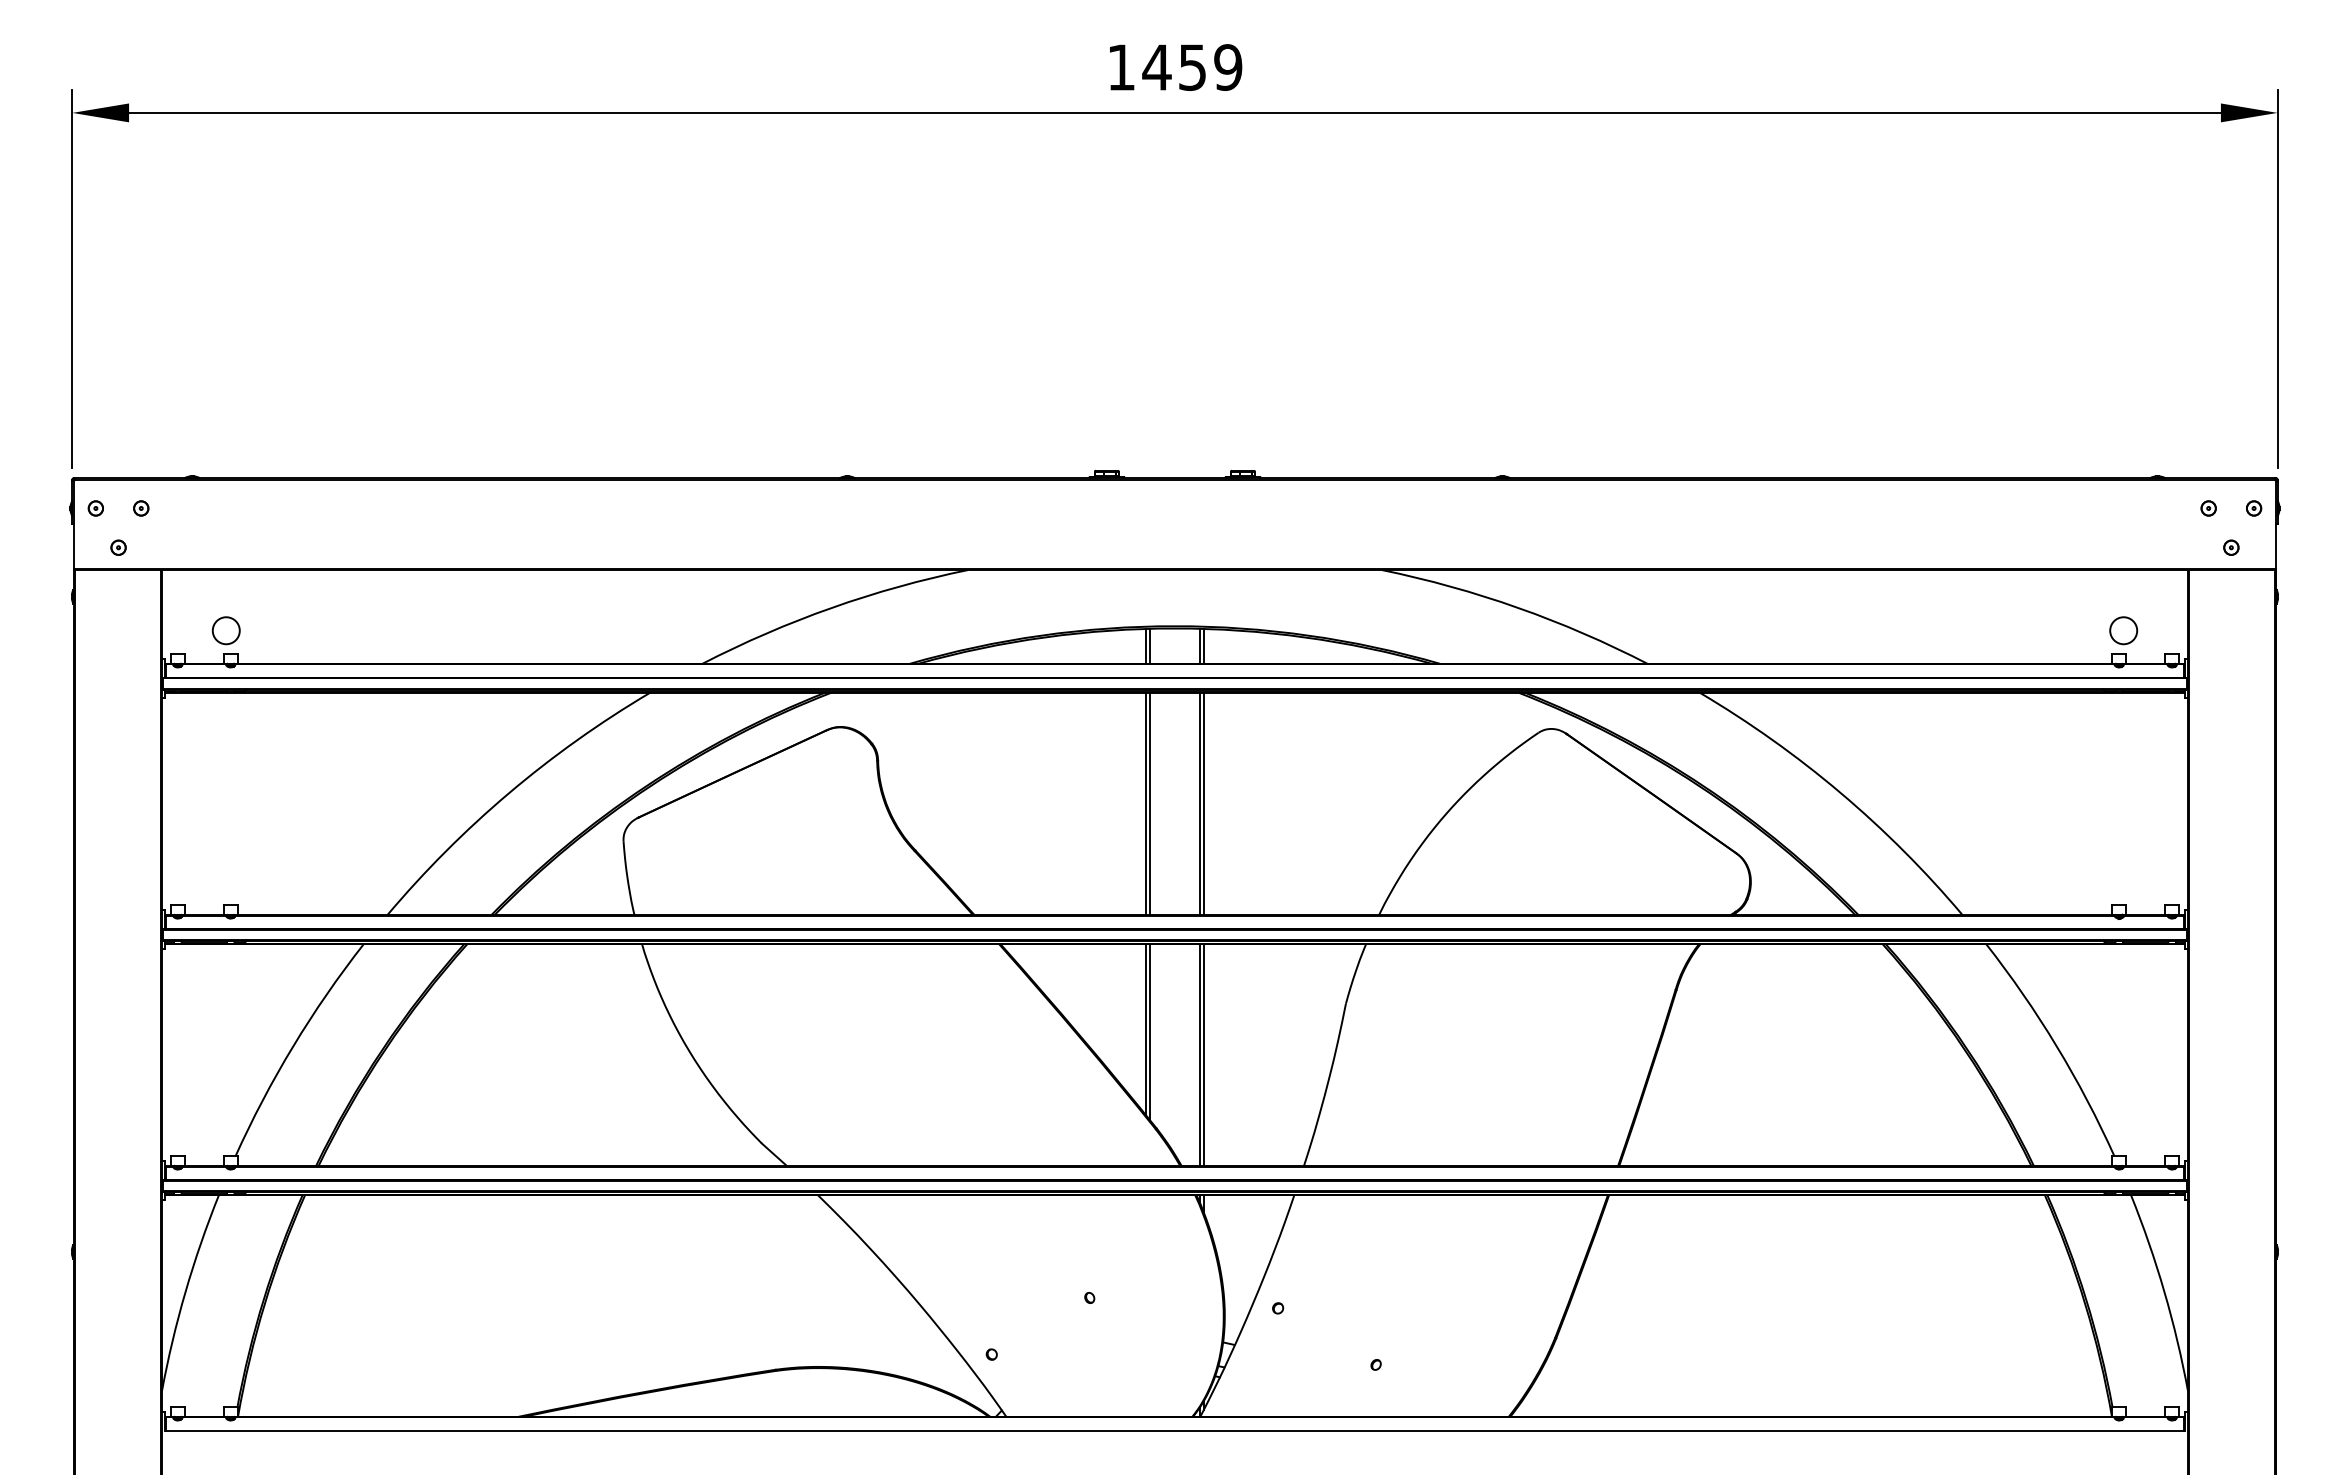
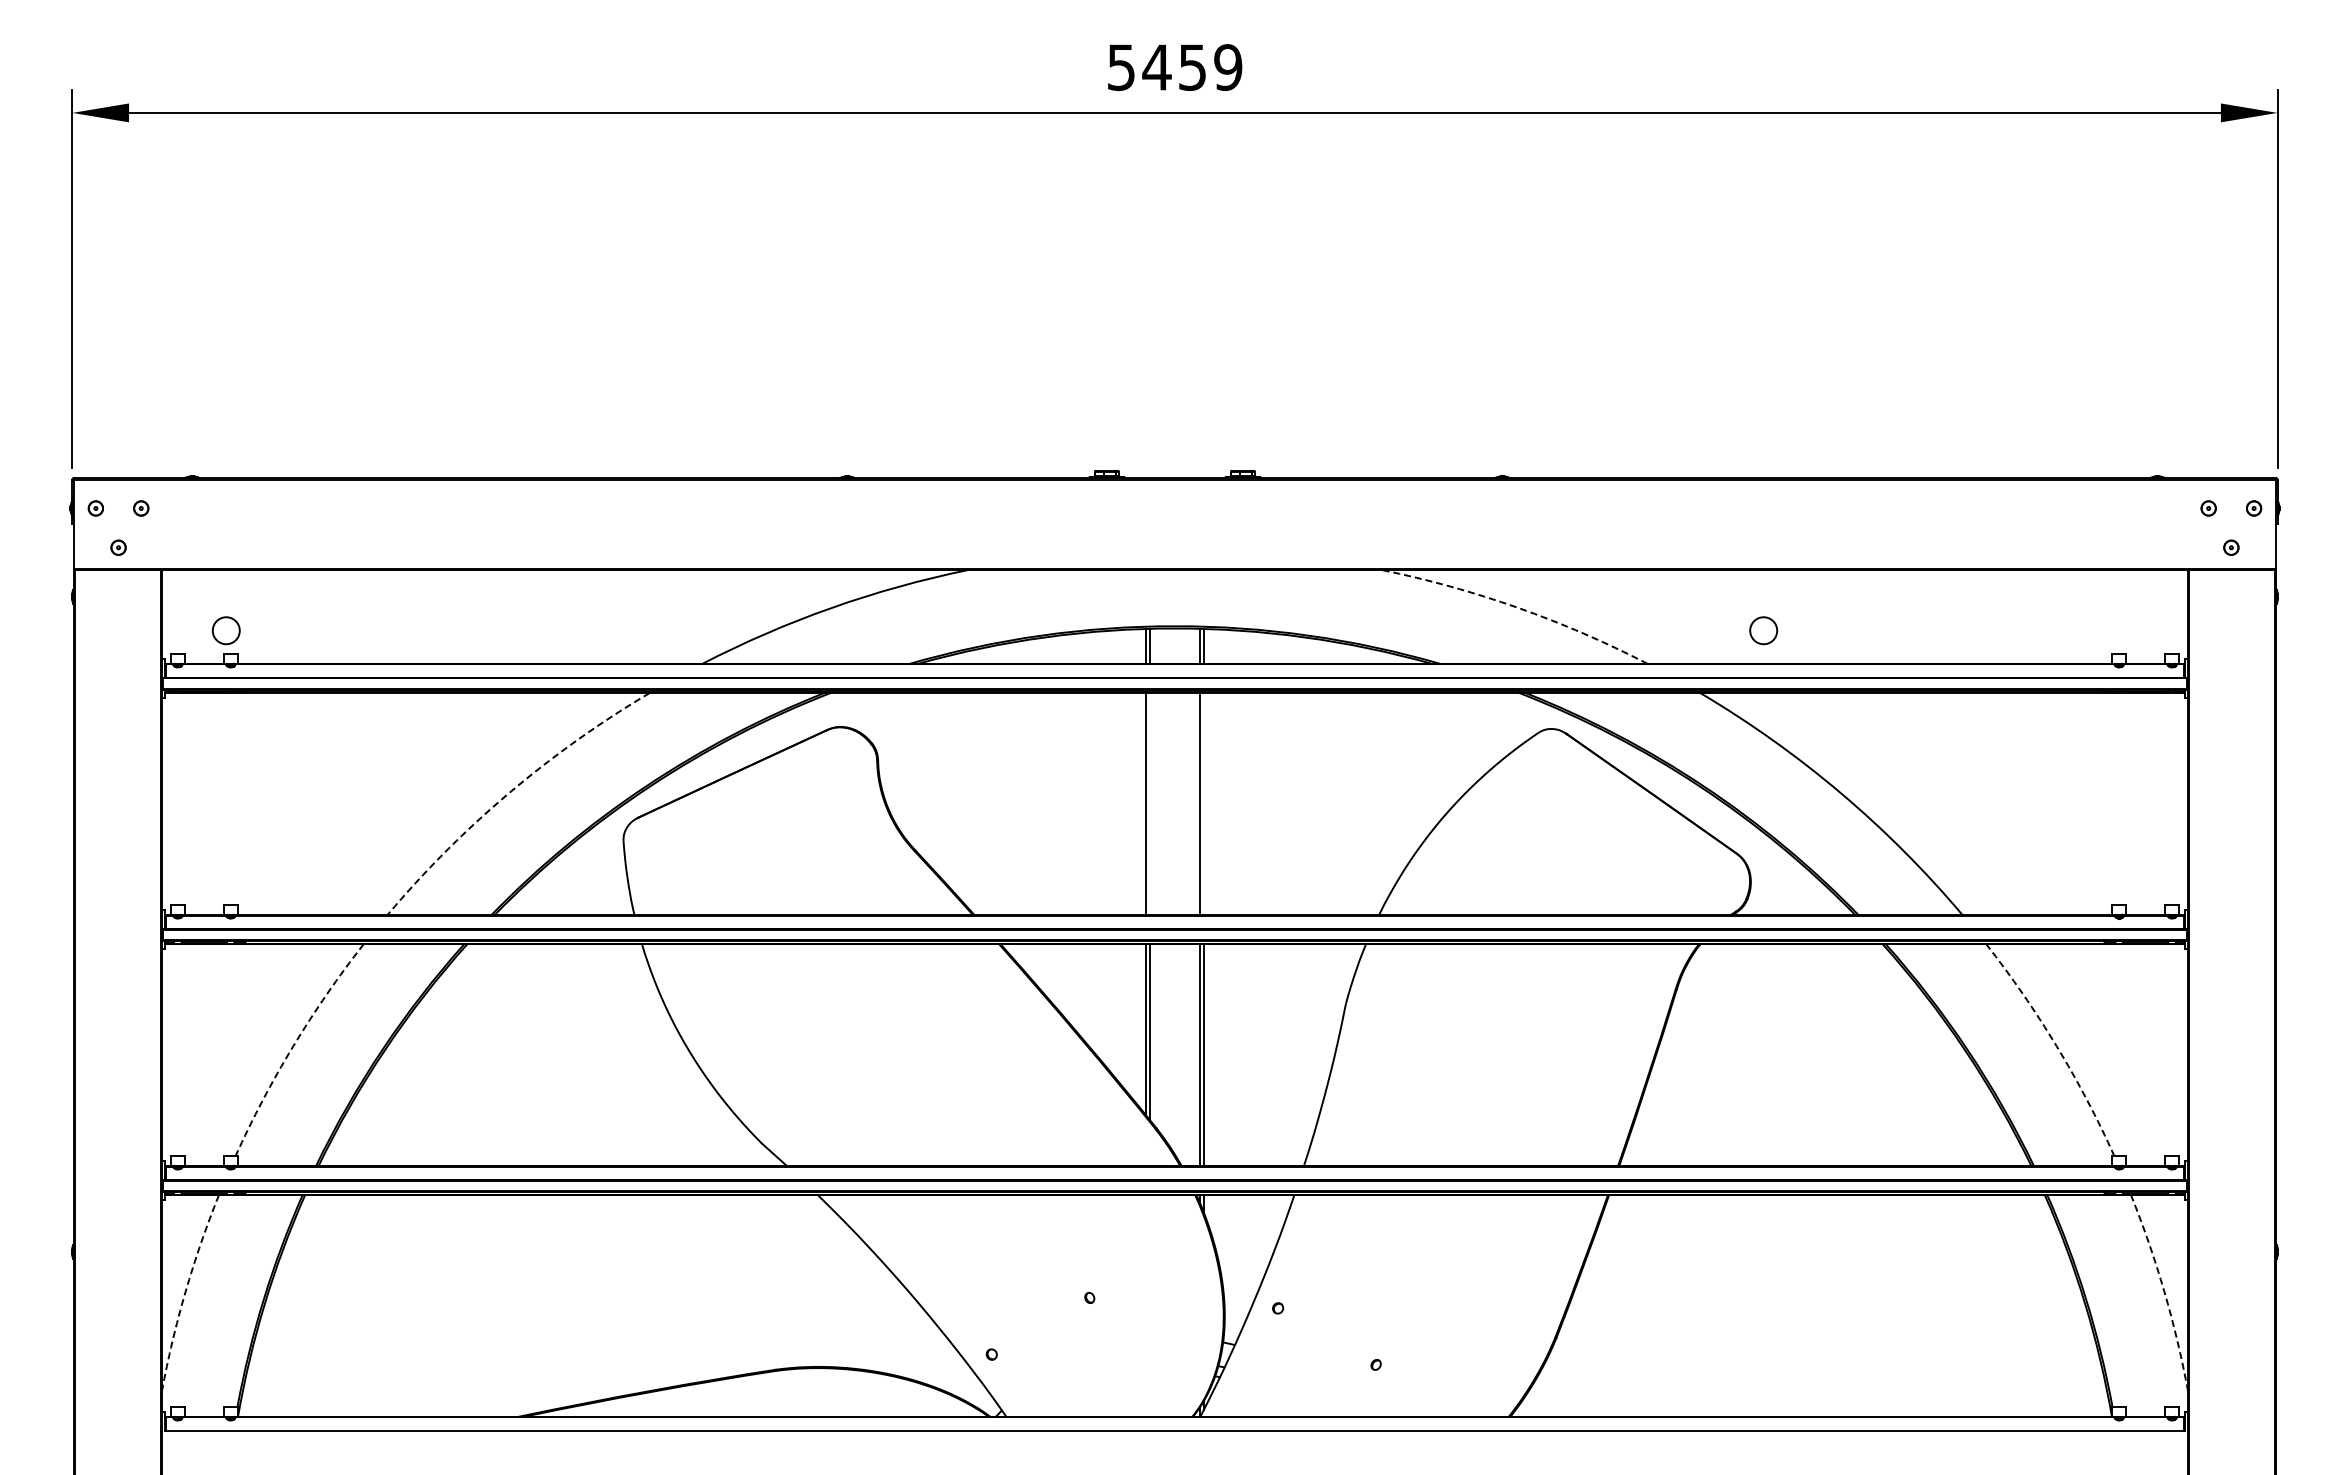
text at (1121, 67): 1459 -> 5459
arc at (1518, 607): solid -> dashed
circle at (2123, 630) position: (2123, 630) -> (1763, 630)
arc at (509, 793): solid -> dashed
line at (1149, 803): present -> none
line at (1203, 803): present -> none
arc at (293, 1046): solid -> dashed
arc at (2056, 1046): solid -> dashed
arc at (185, 1291): solid -> dashed
arc at (2164, 1291): solid -> dashed
